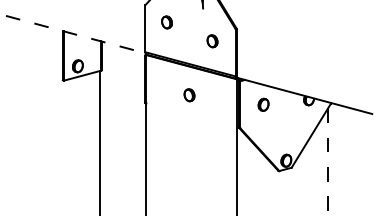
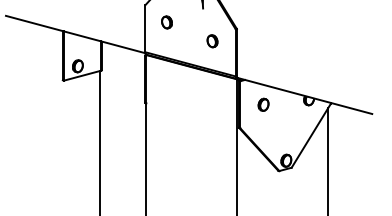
line at (76, 34): dashed -> solid
part at (189, 95): present -> none
line at (328, 161): dashed -> solid
